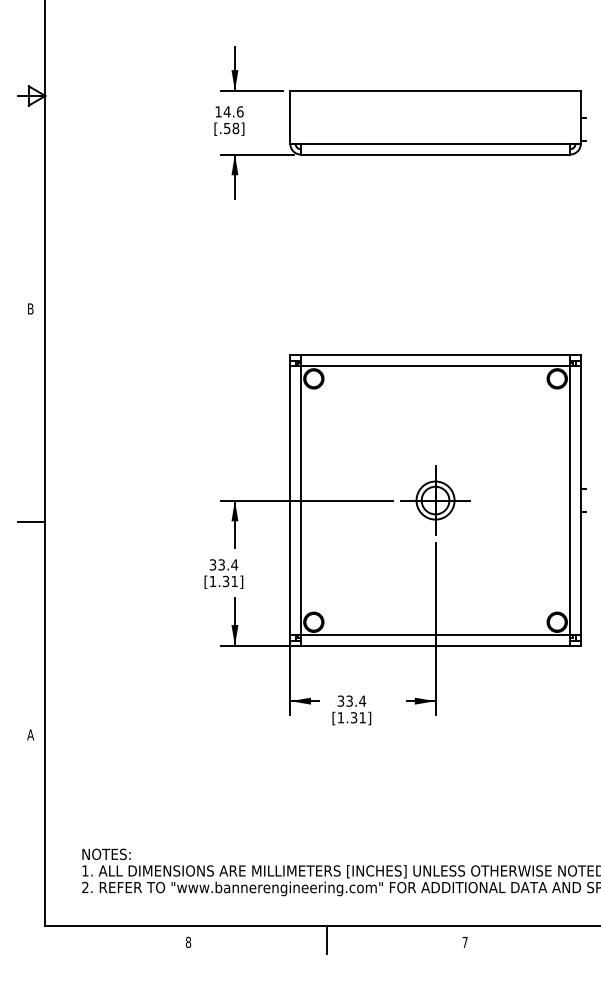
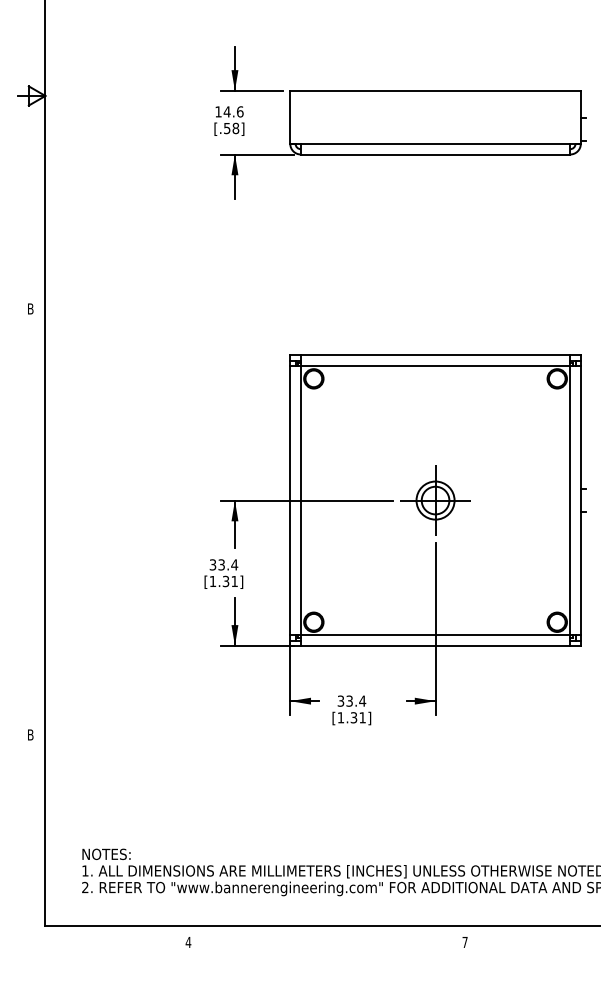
line at (31, 521): present -> none
text at (30, 734): A -> B
line at (326, 939): present -> none
text at (188, 942): 8 -> 4
